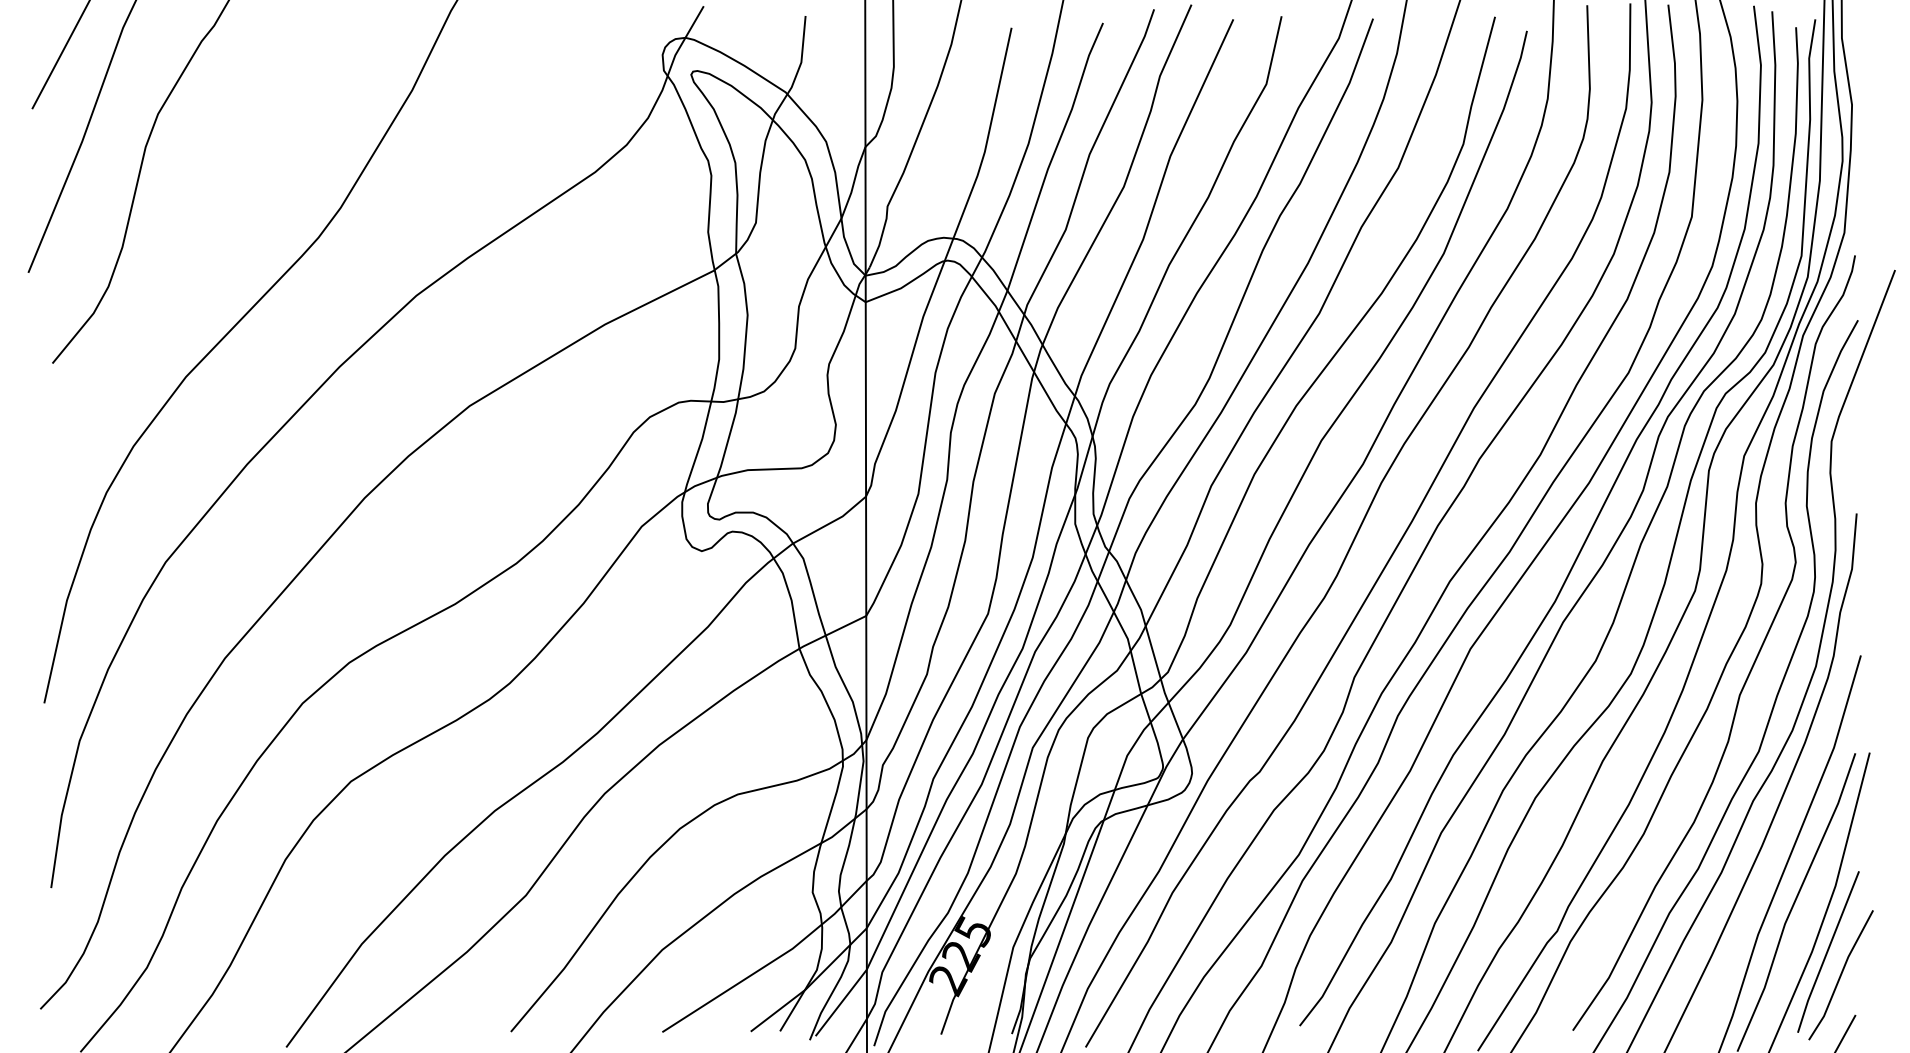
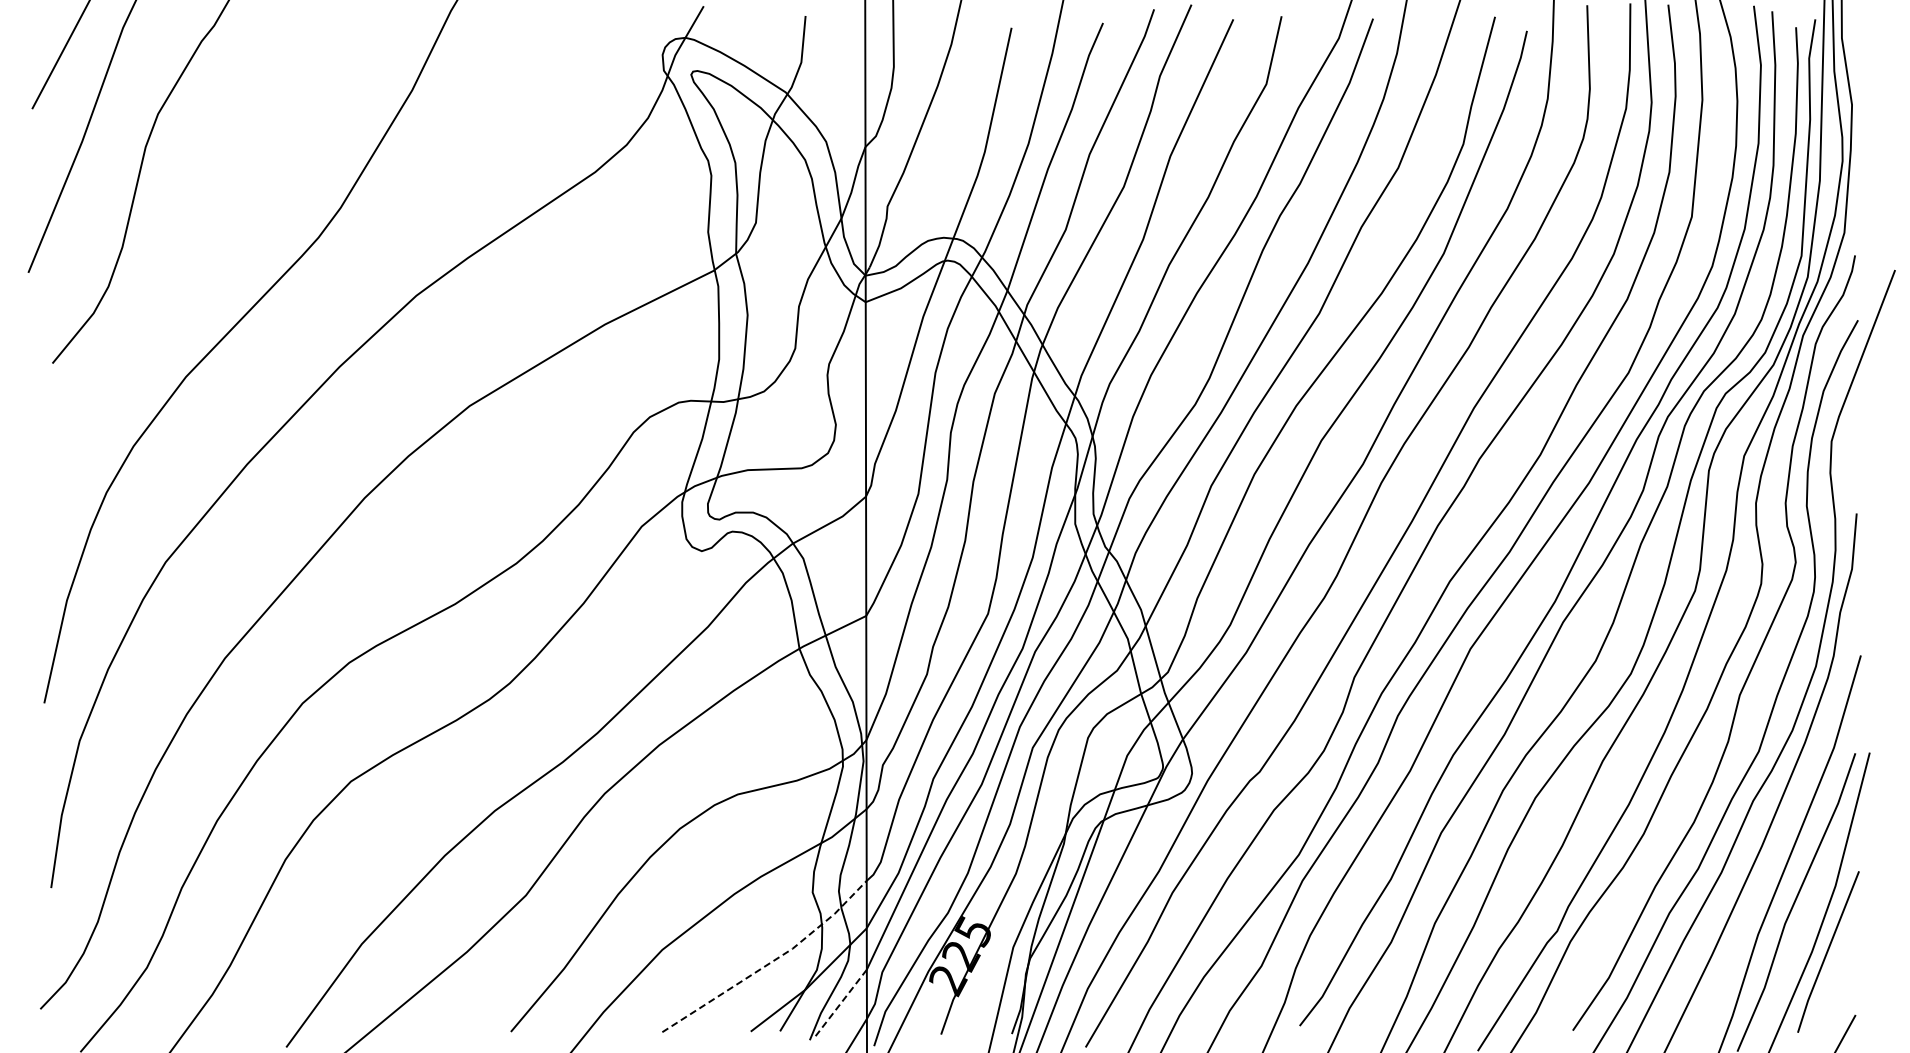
line at (770, 962): solid -> dashed
line at (1840, 975): present -> none
line at (841, 1002): solid -> dashed
